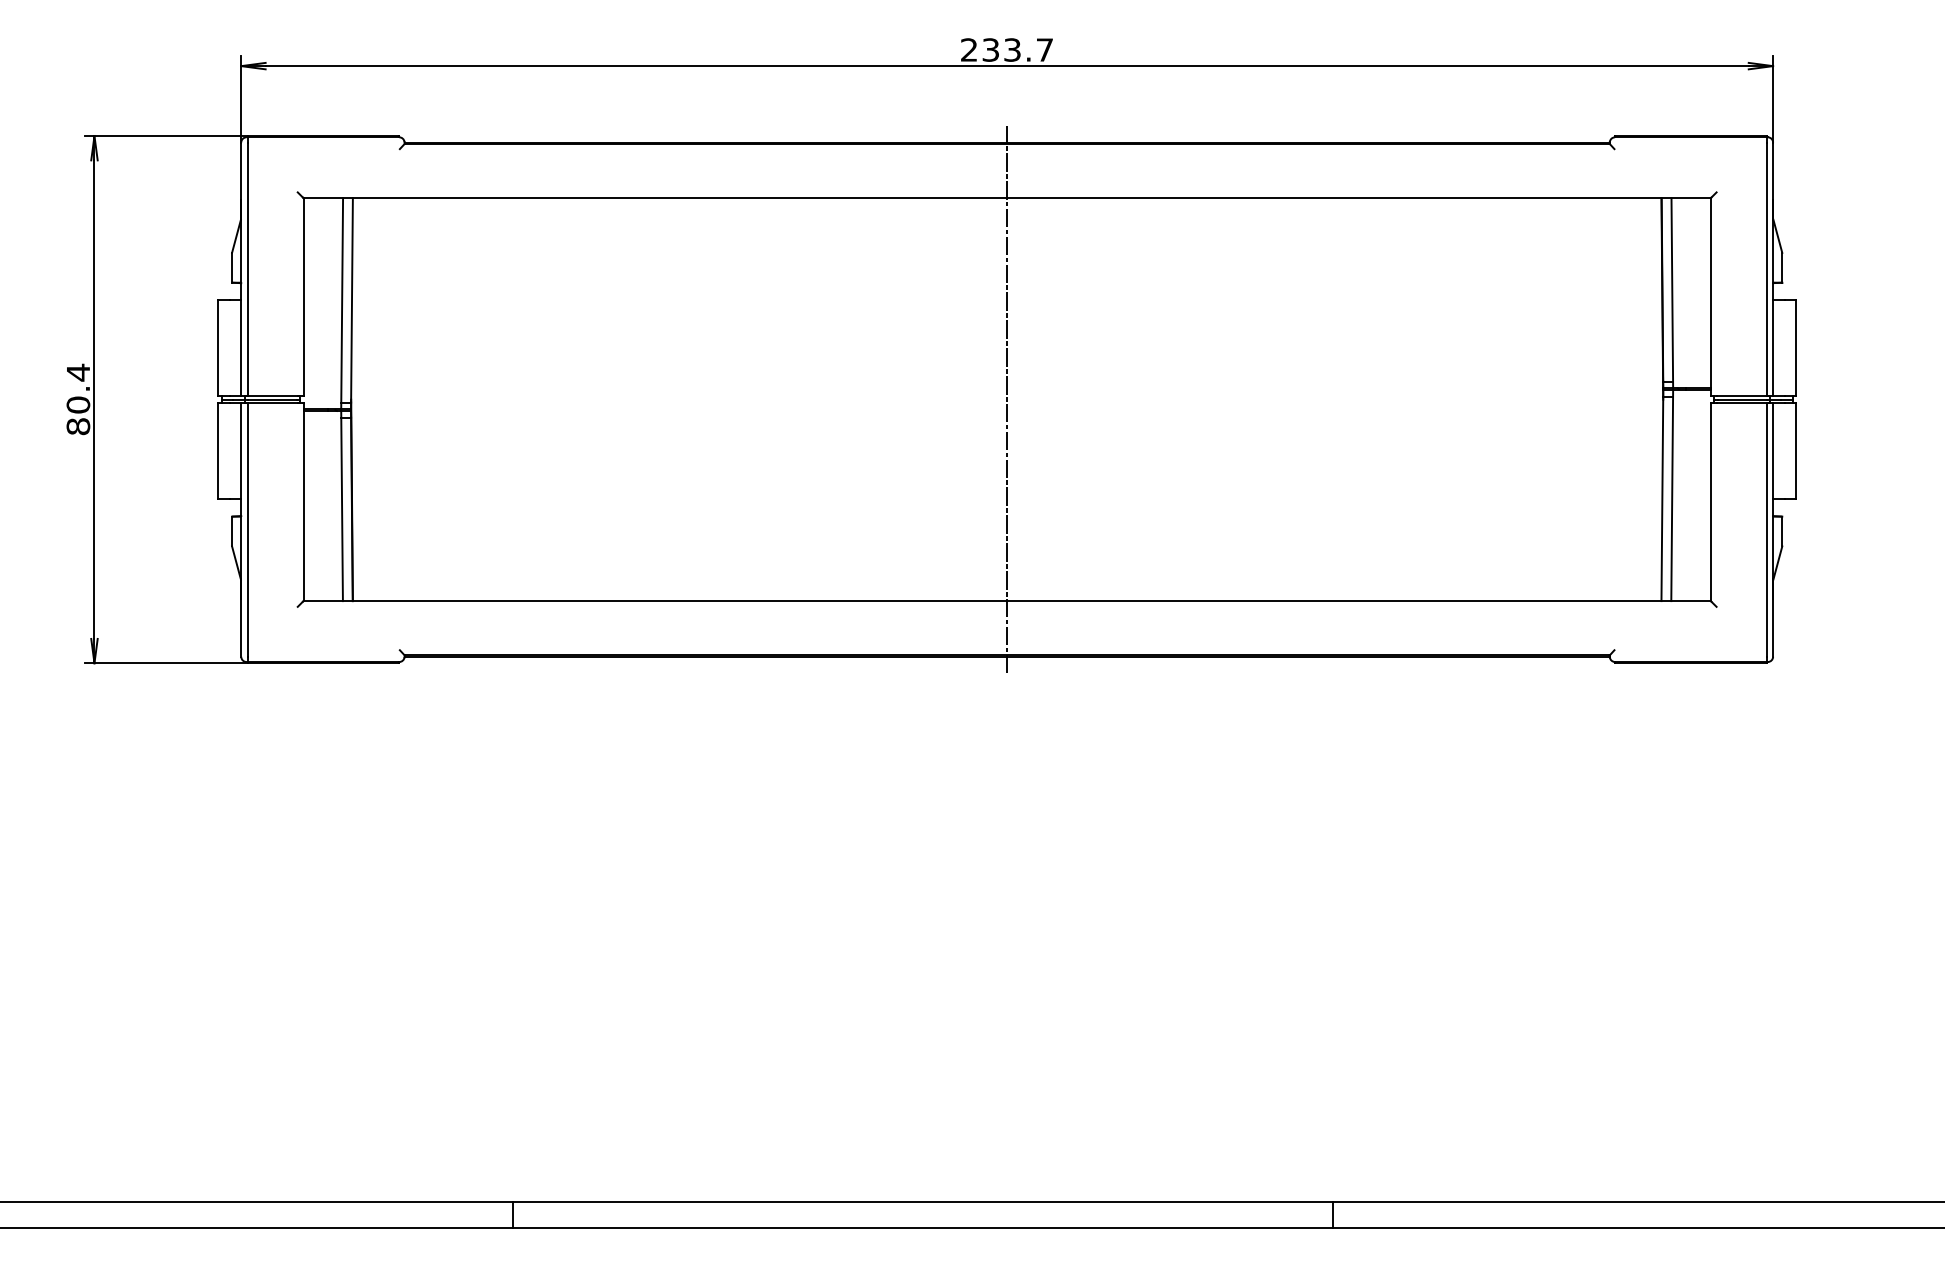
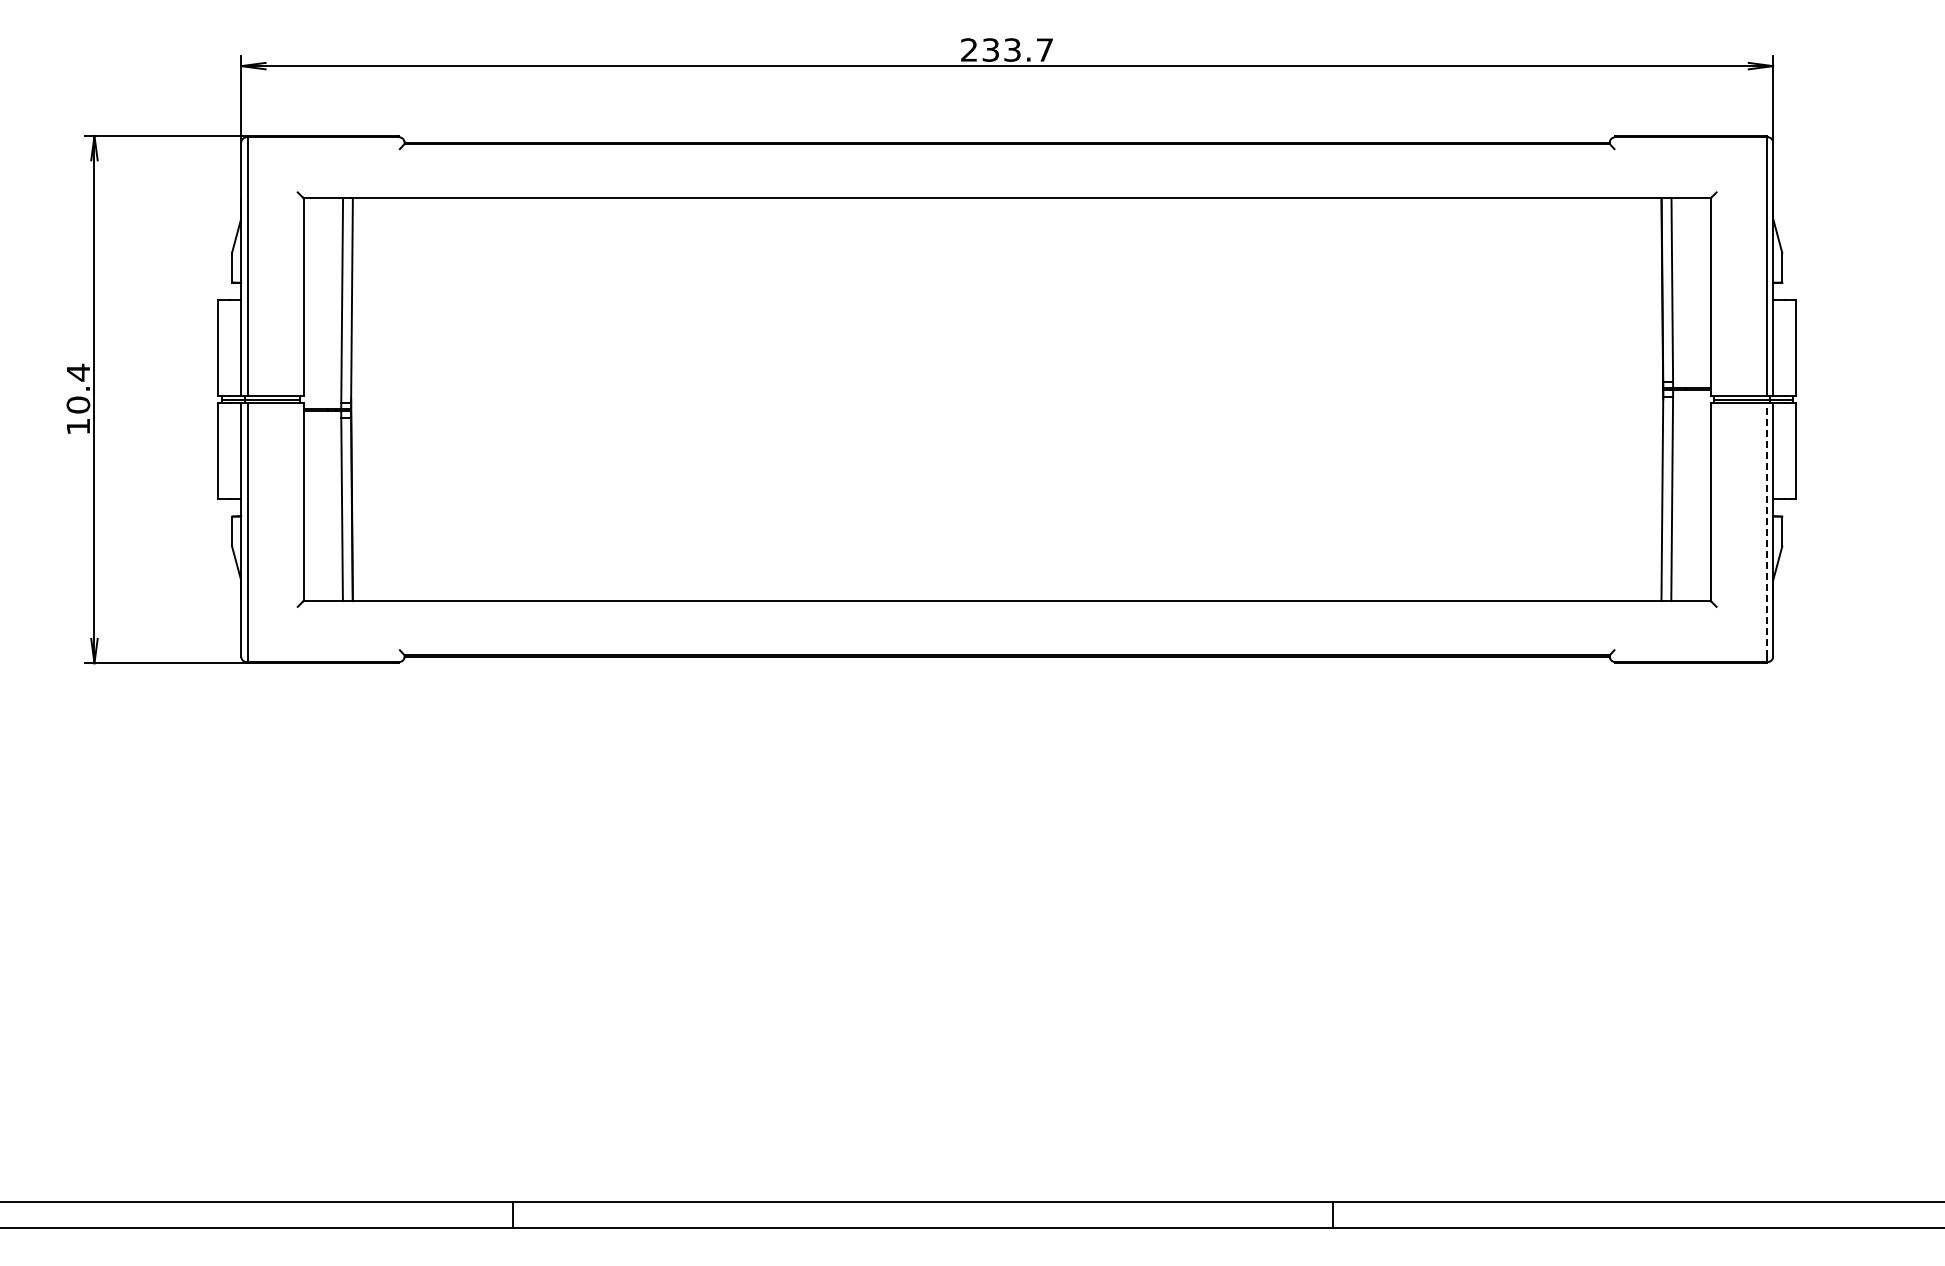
line at (1007, 399): present -> none
text at (78, 426): 80.4 -> 10.4
line at (1766, 529): solid -> dashed
